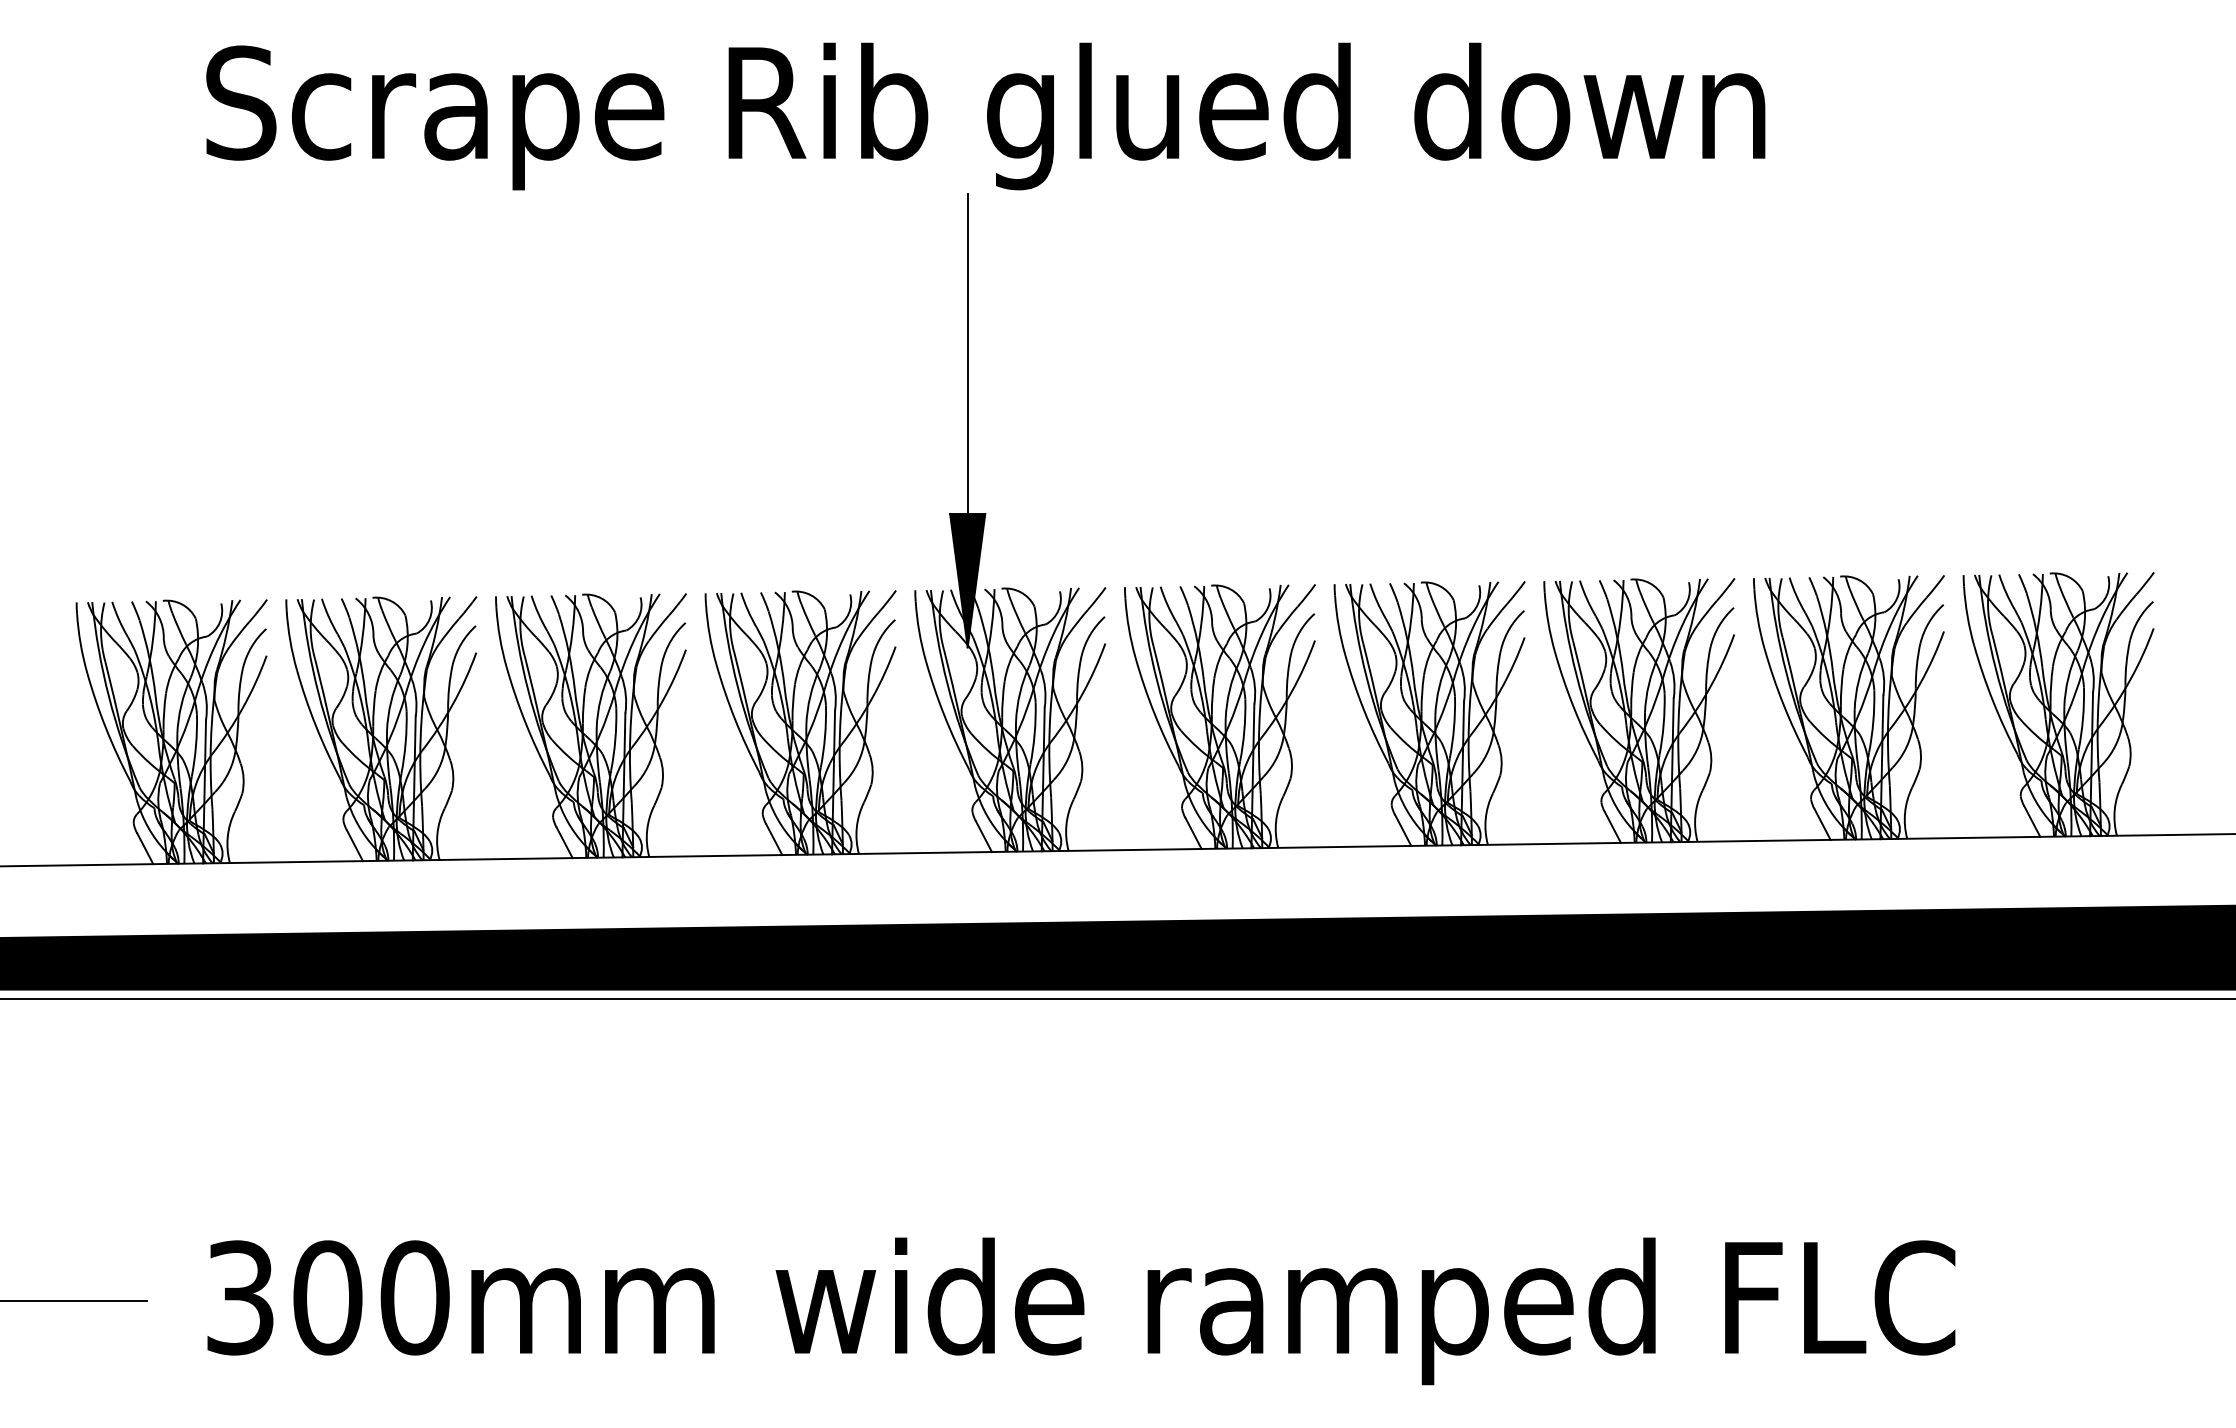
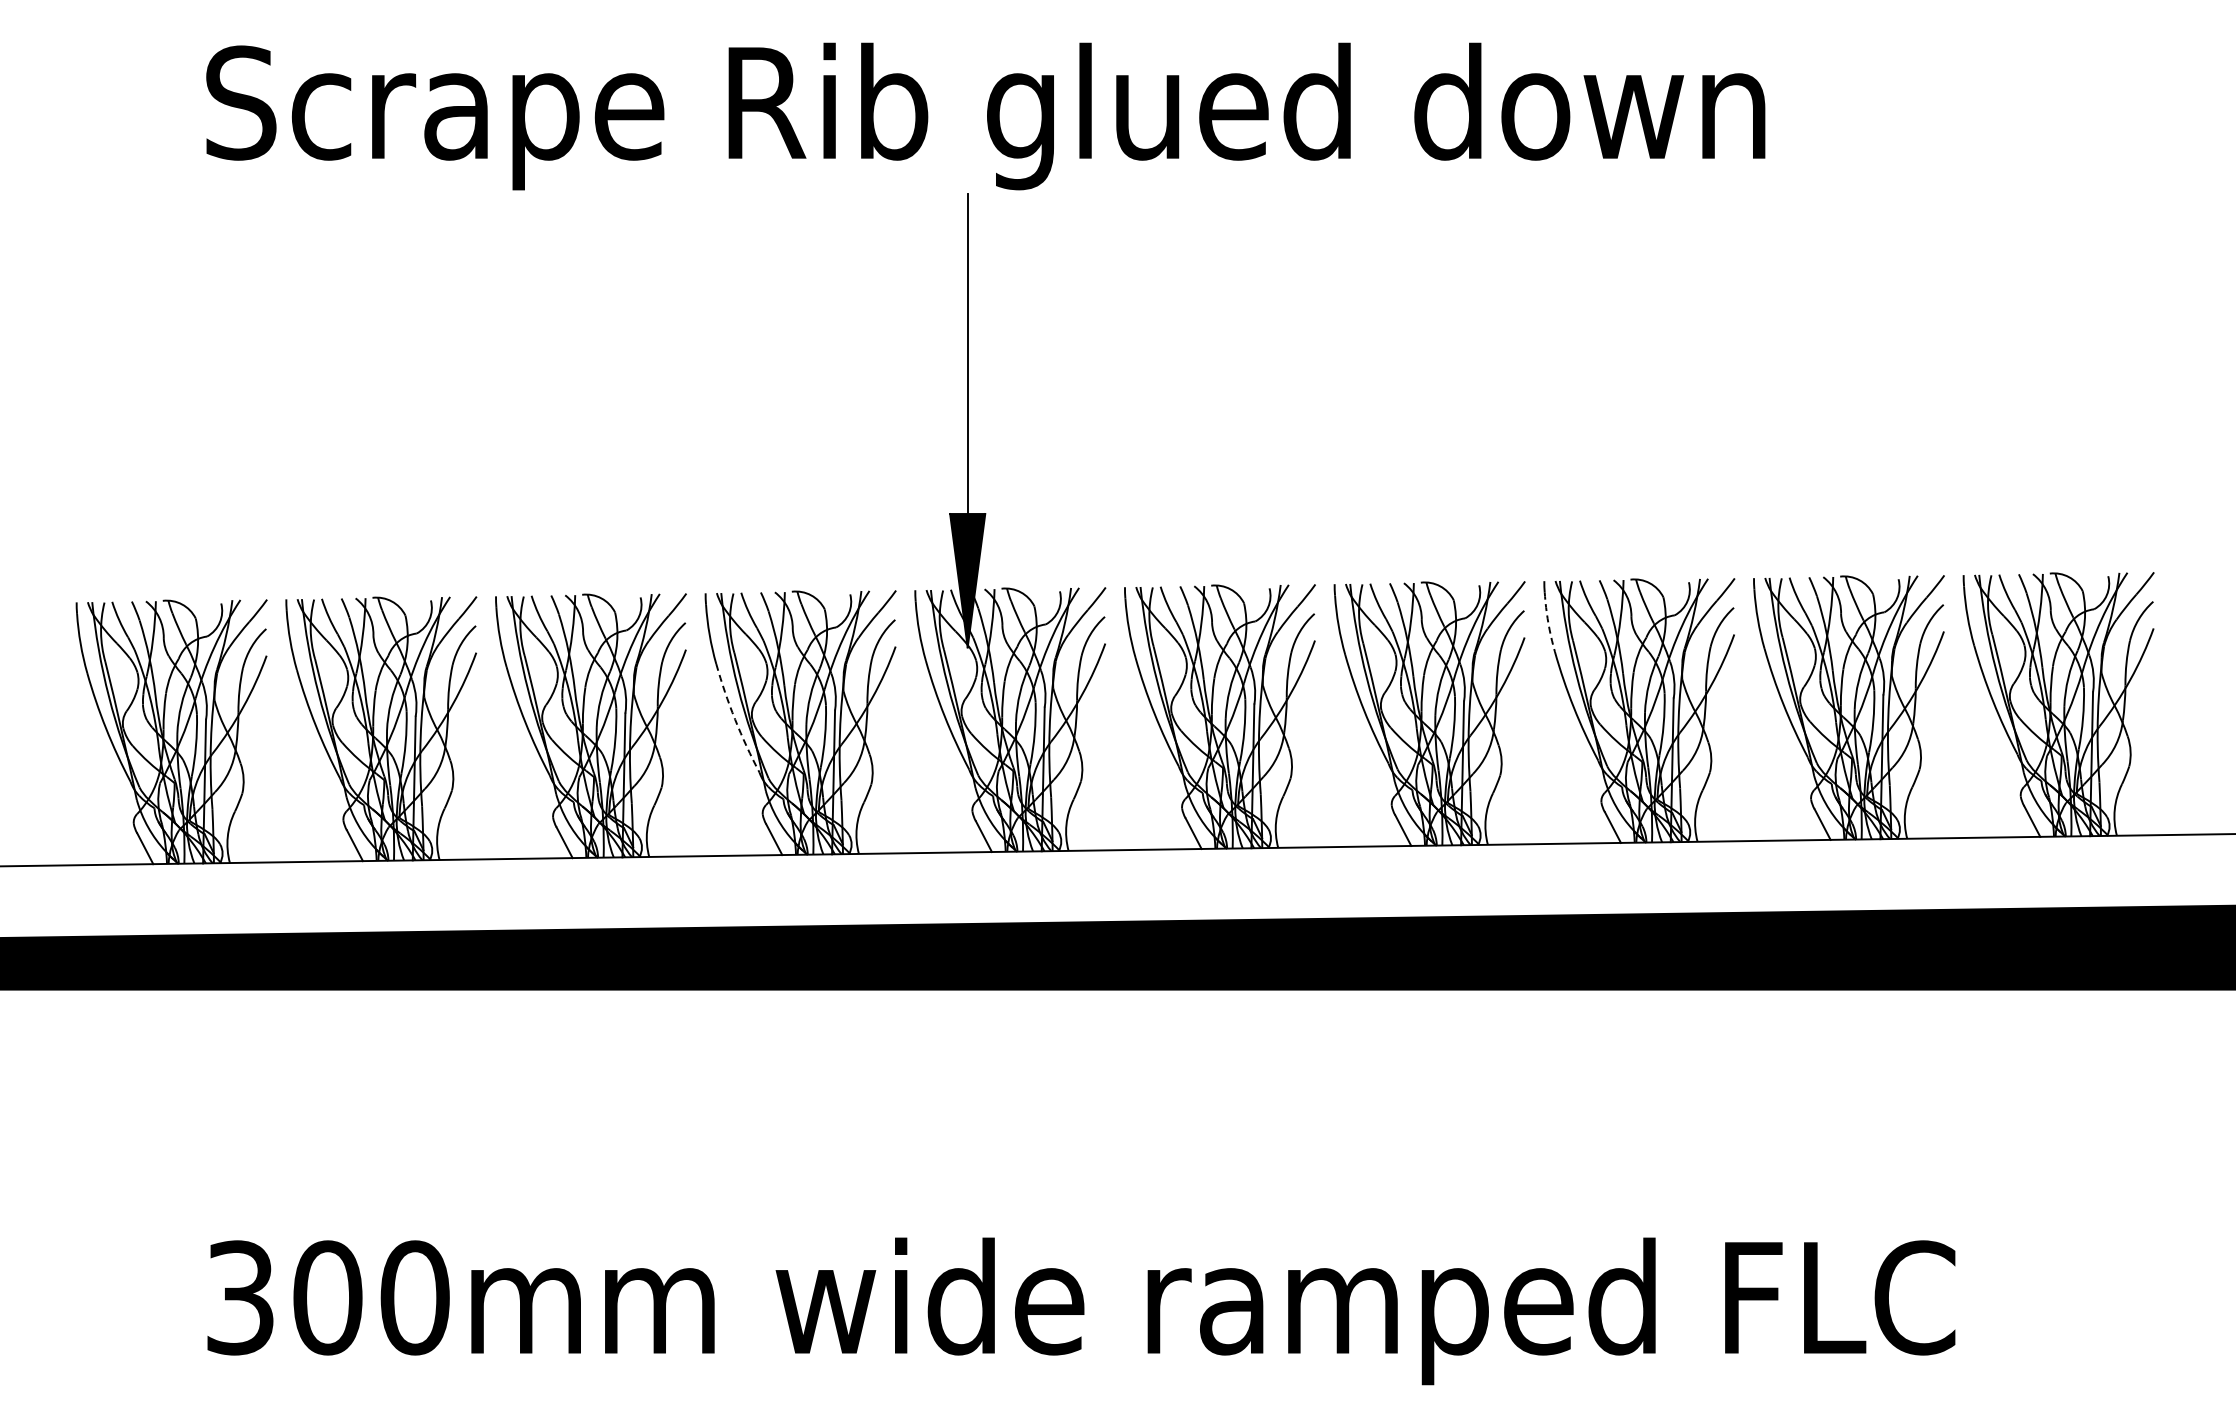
arc at (1548, 622): solid -> dashed
arc at (735, 719): solid -> dashed
line at (1117, 999): present -> none
line at (74, 1300): present -> none
